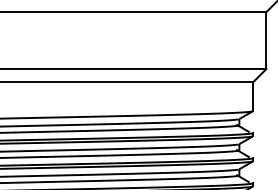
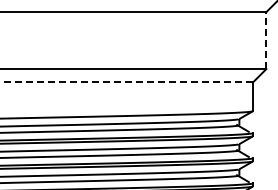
line at (266, 40): solid -> dashed
line at (126, 82): solid -> dashed
